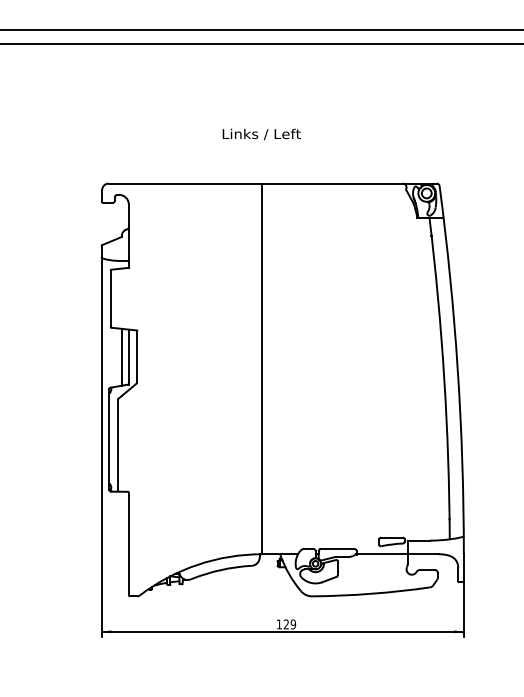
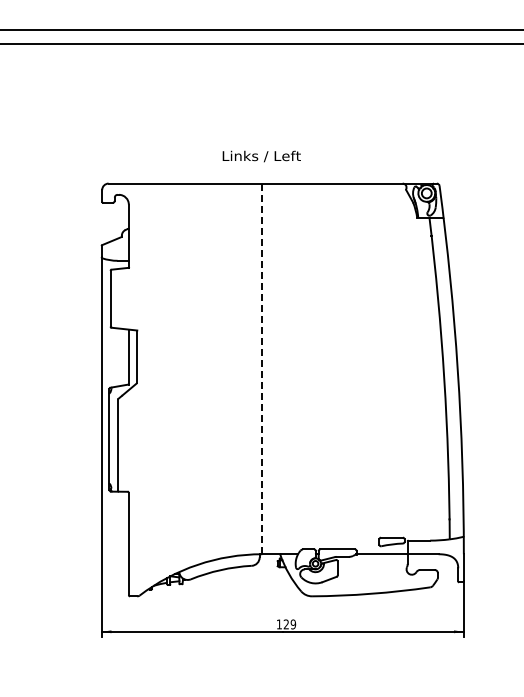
text at (261, 134) position: (261, 134) -> (261, 156)
line at (122, 356): present -> none
line at (262, 368): solid -> dashed
